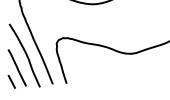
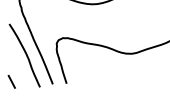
line at (16, 67): present -> none
